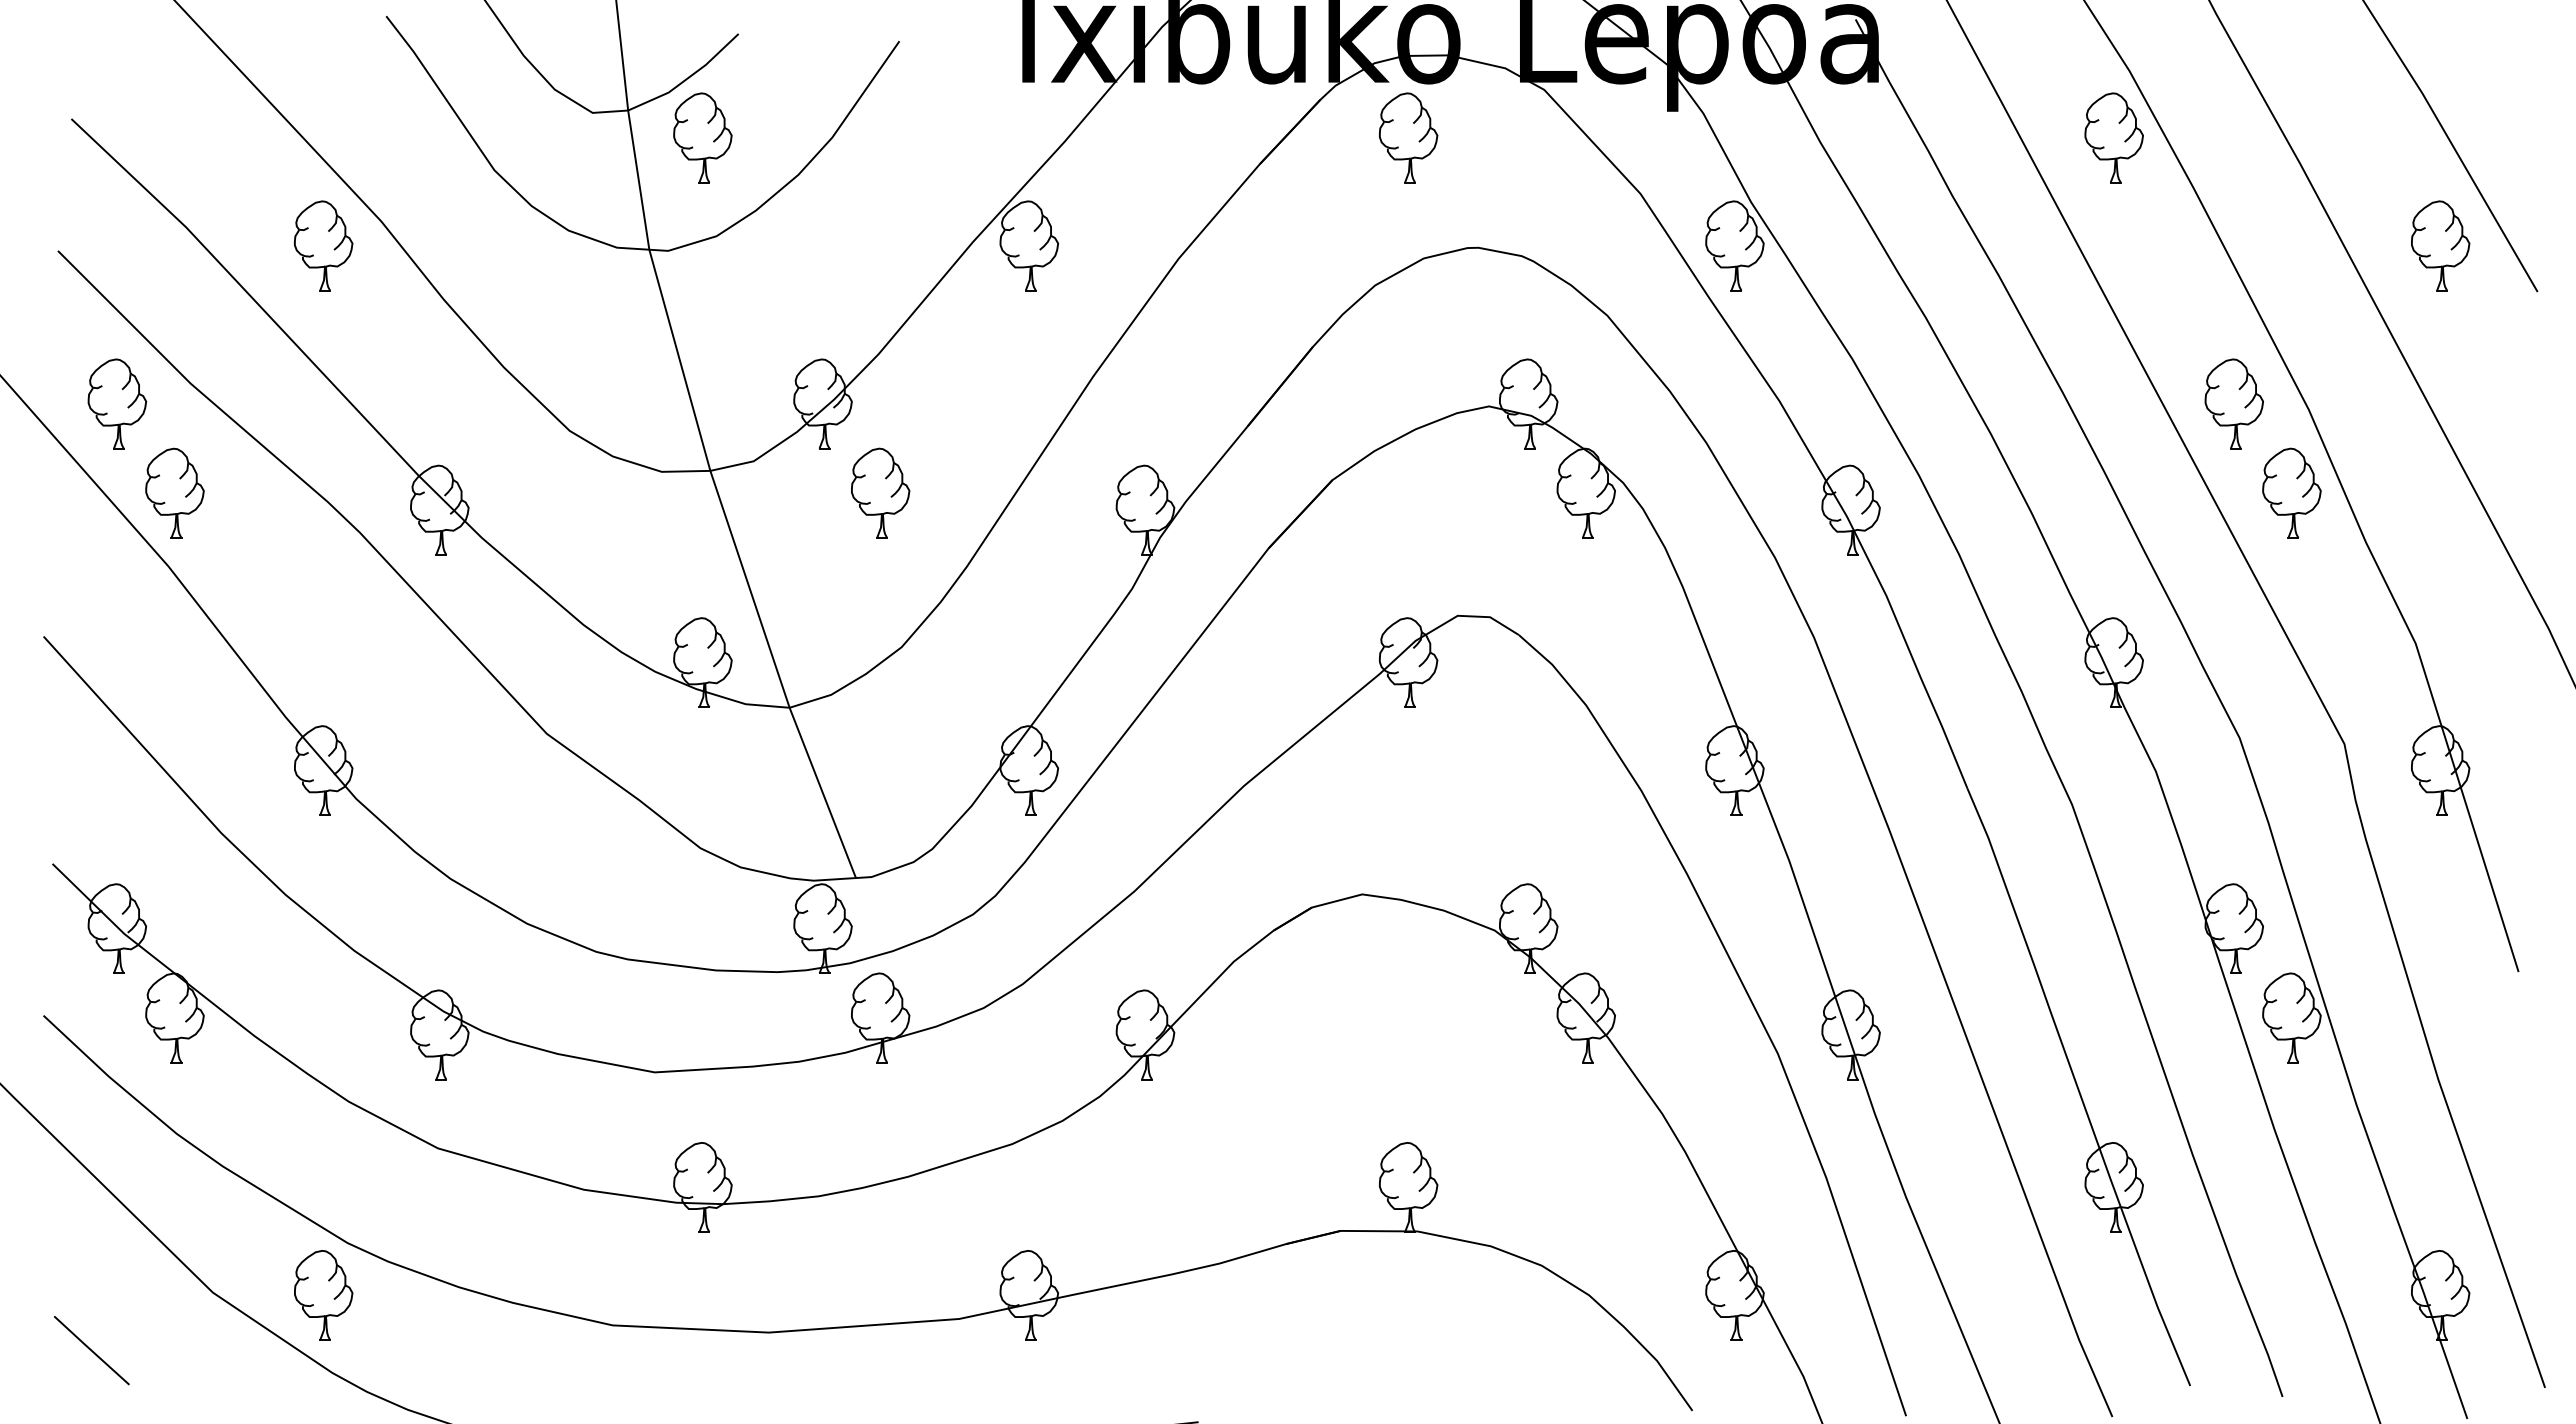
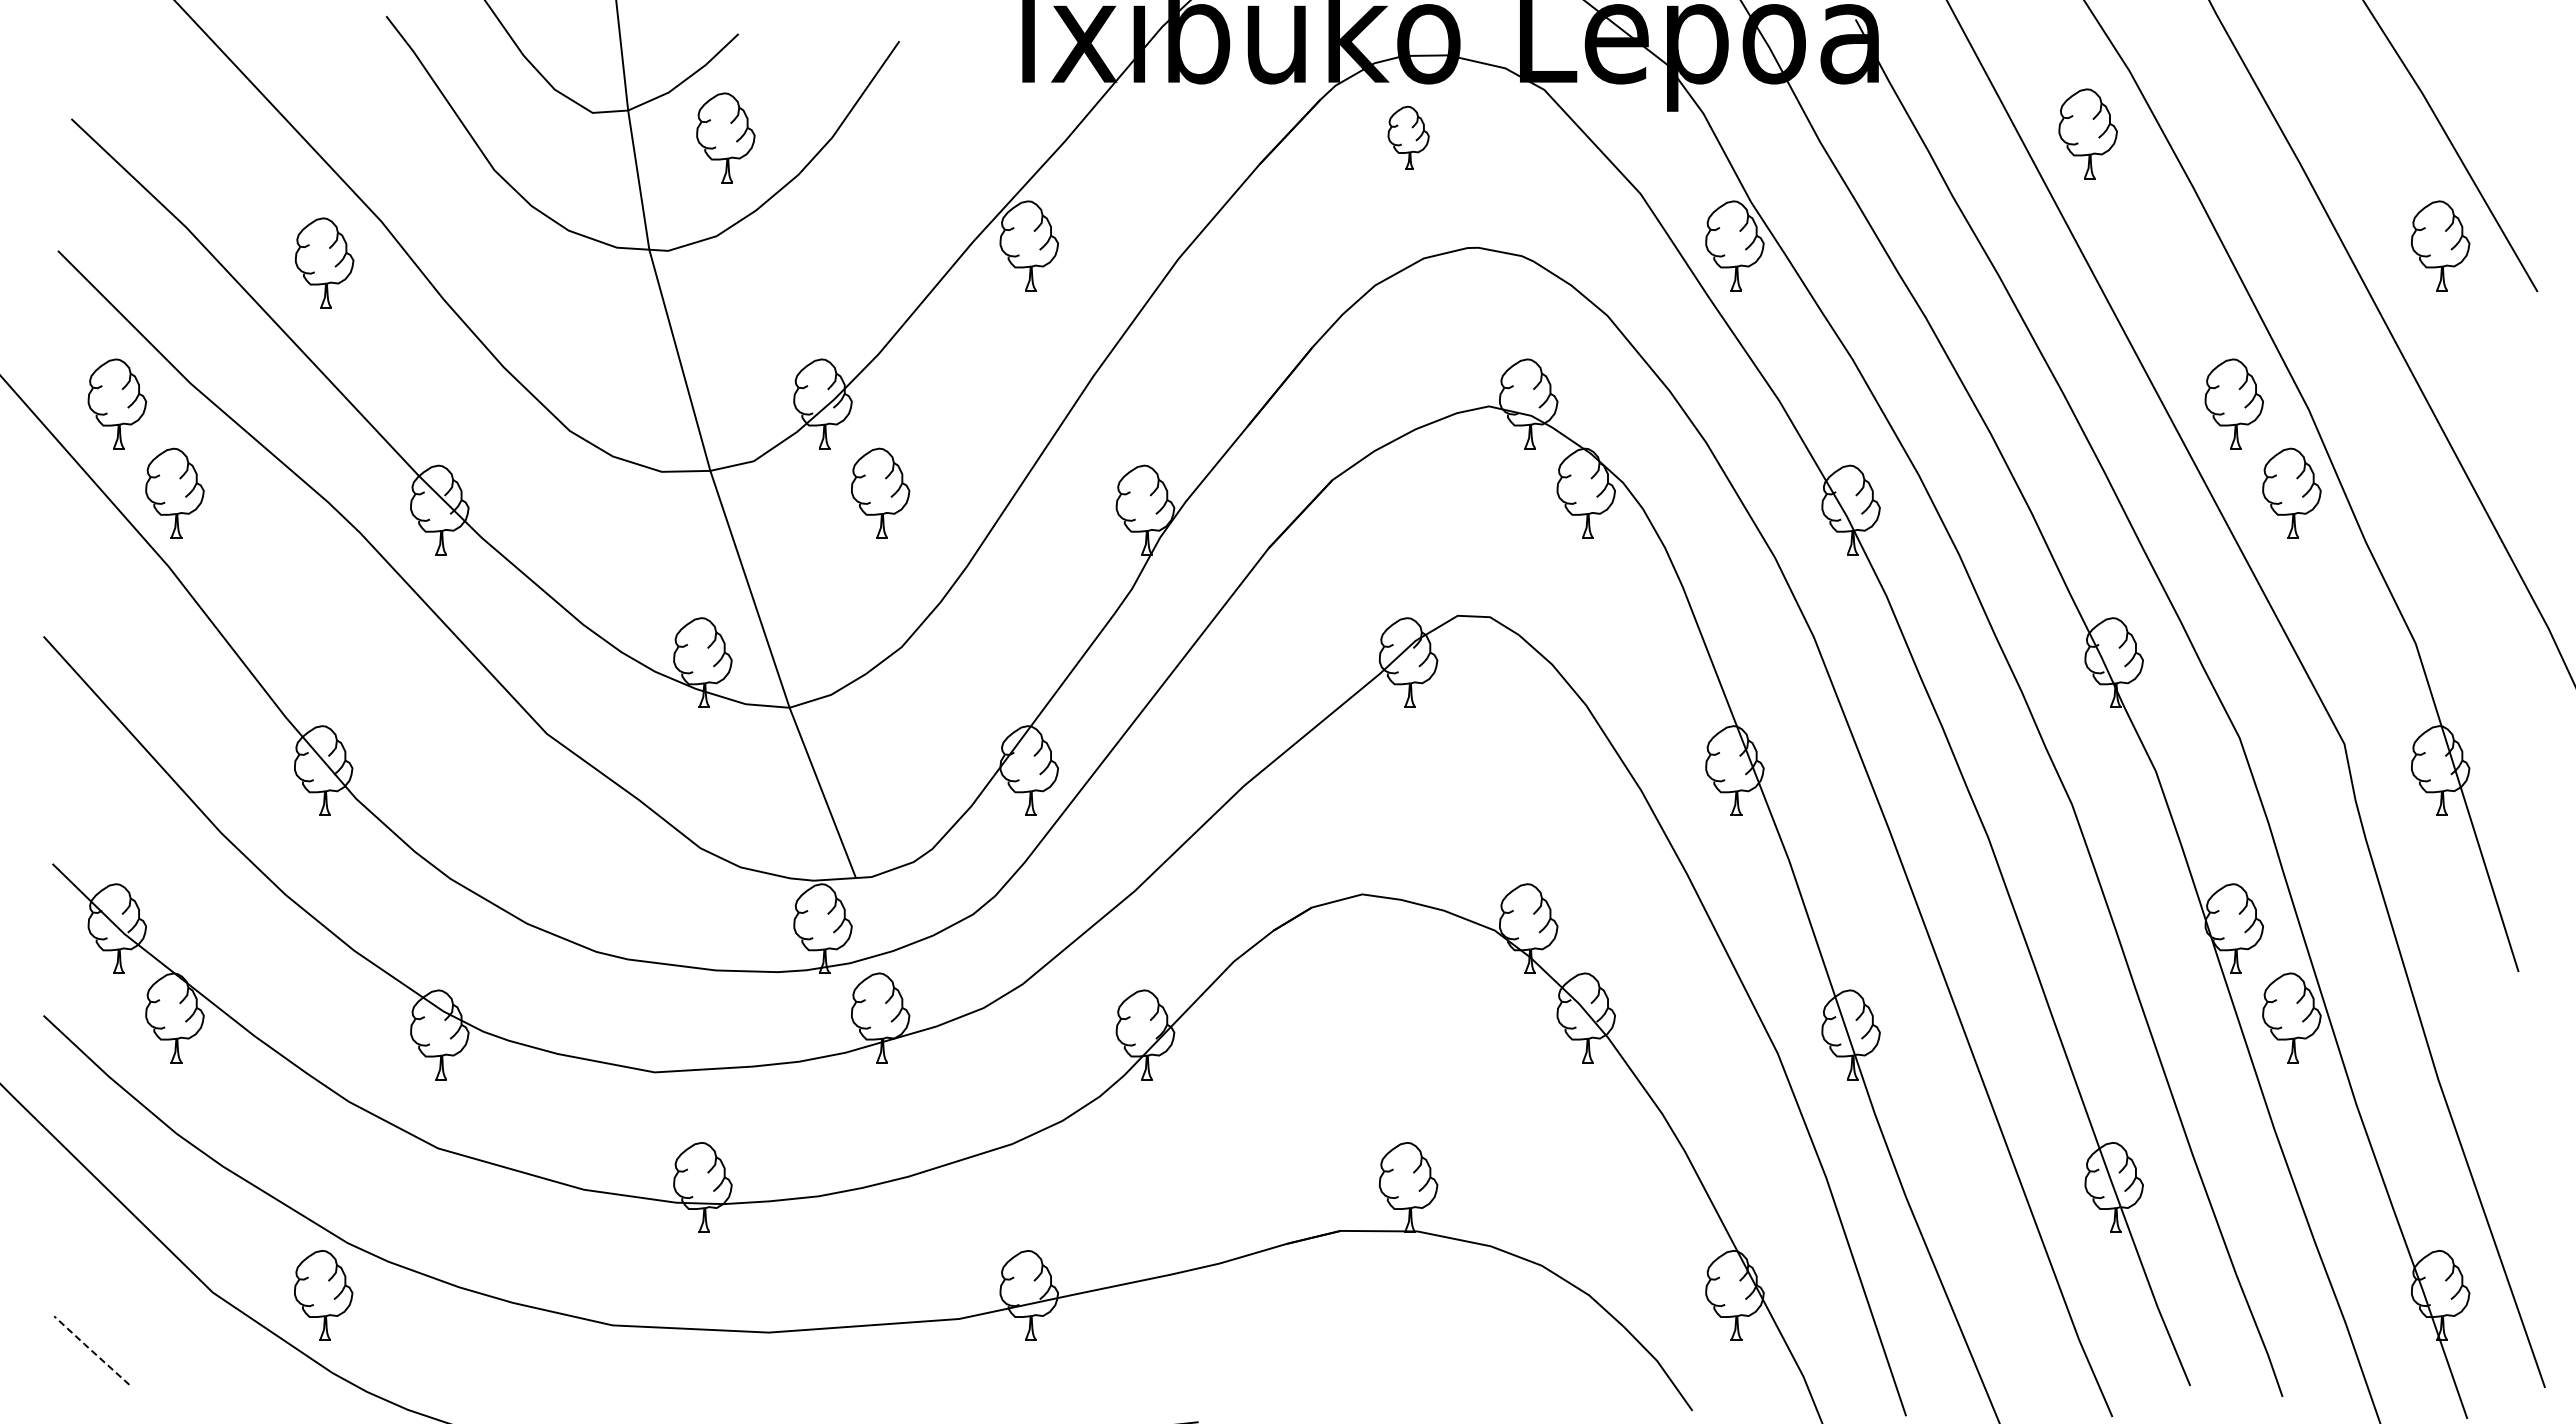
part at (702, 137) position: (702, 137) -> (725, 137)
part at (1408, 137) size: 60x92 px -> 43x65 px
part at (2113, 137) position: (2113, 137) -> (2087, 133)
part at (323, 245) position: (323, 245) -> (324, 262)
line at (91, 1350): solid -> dashed
